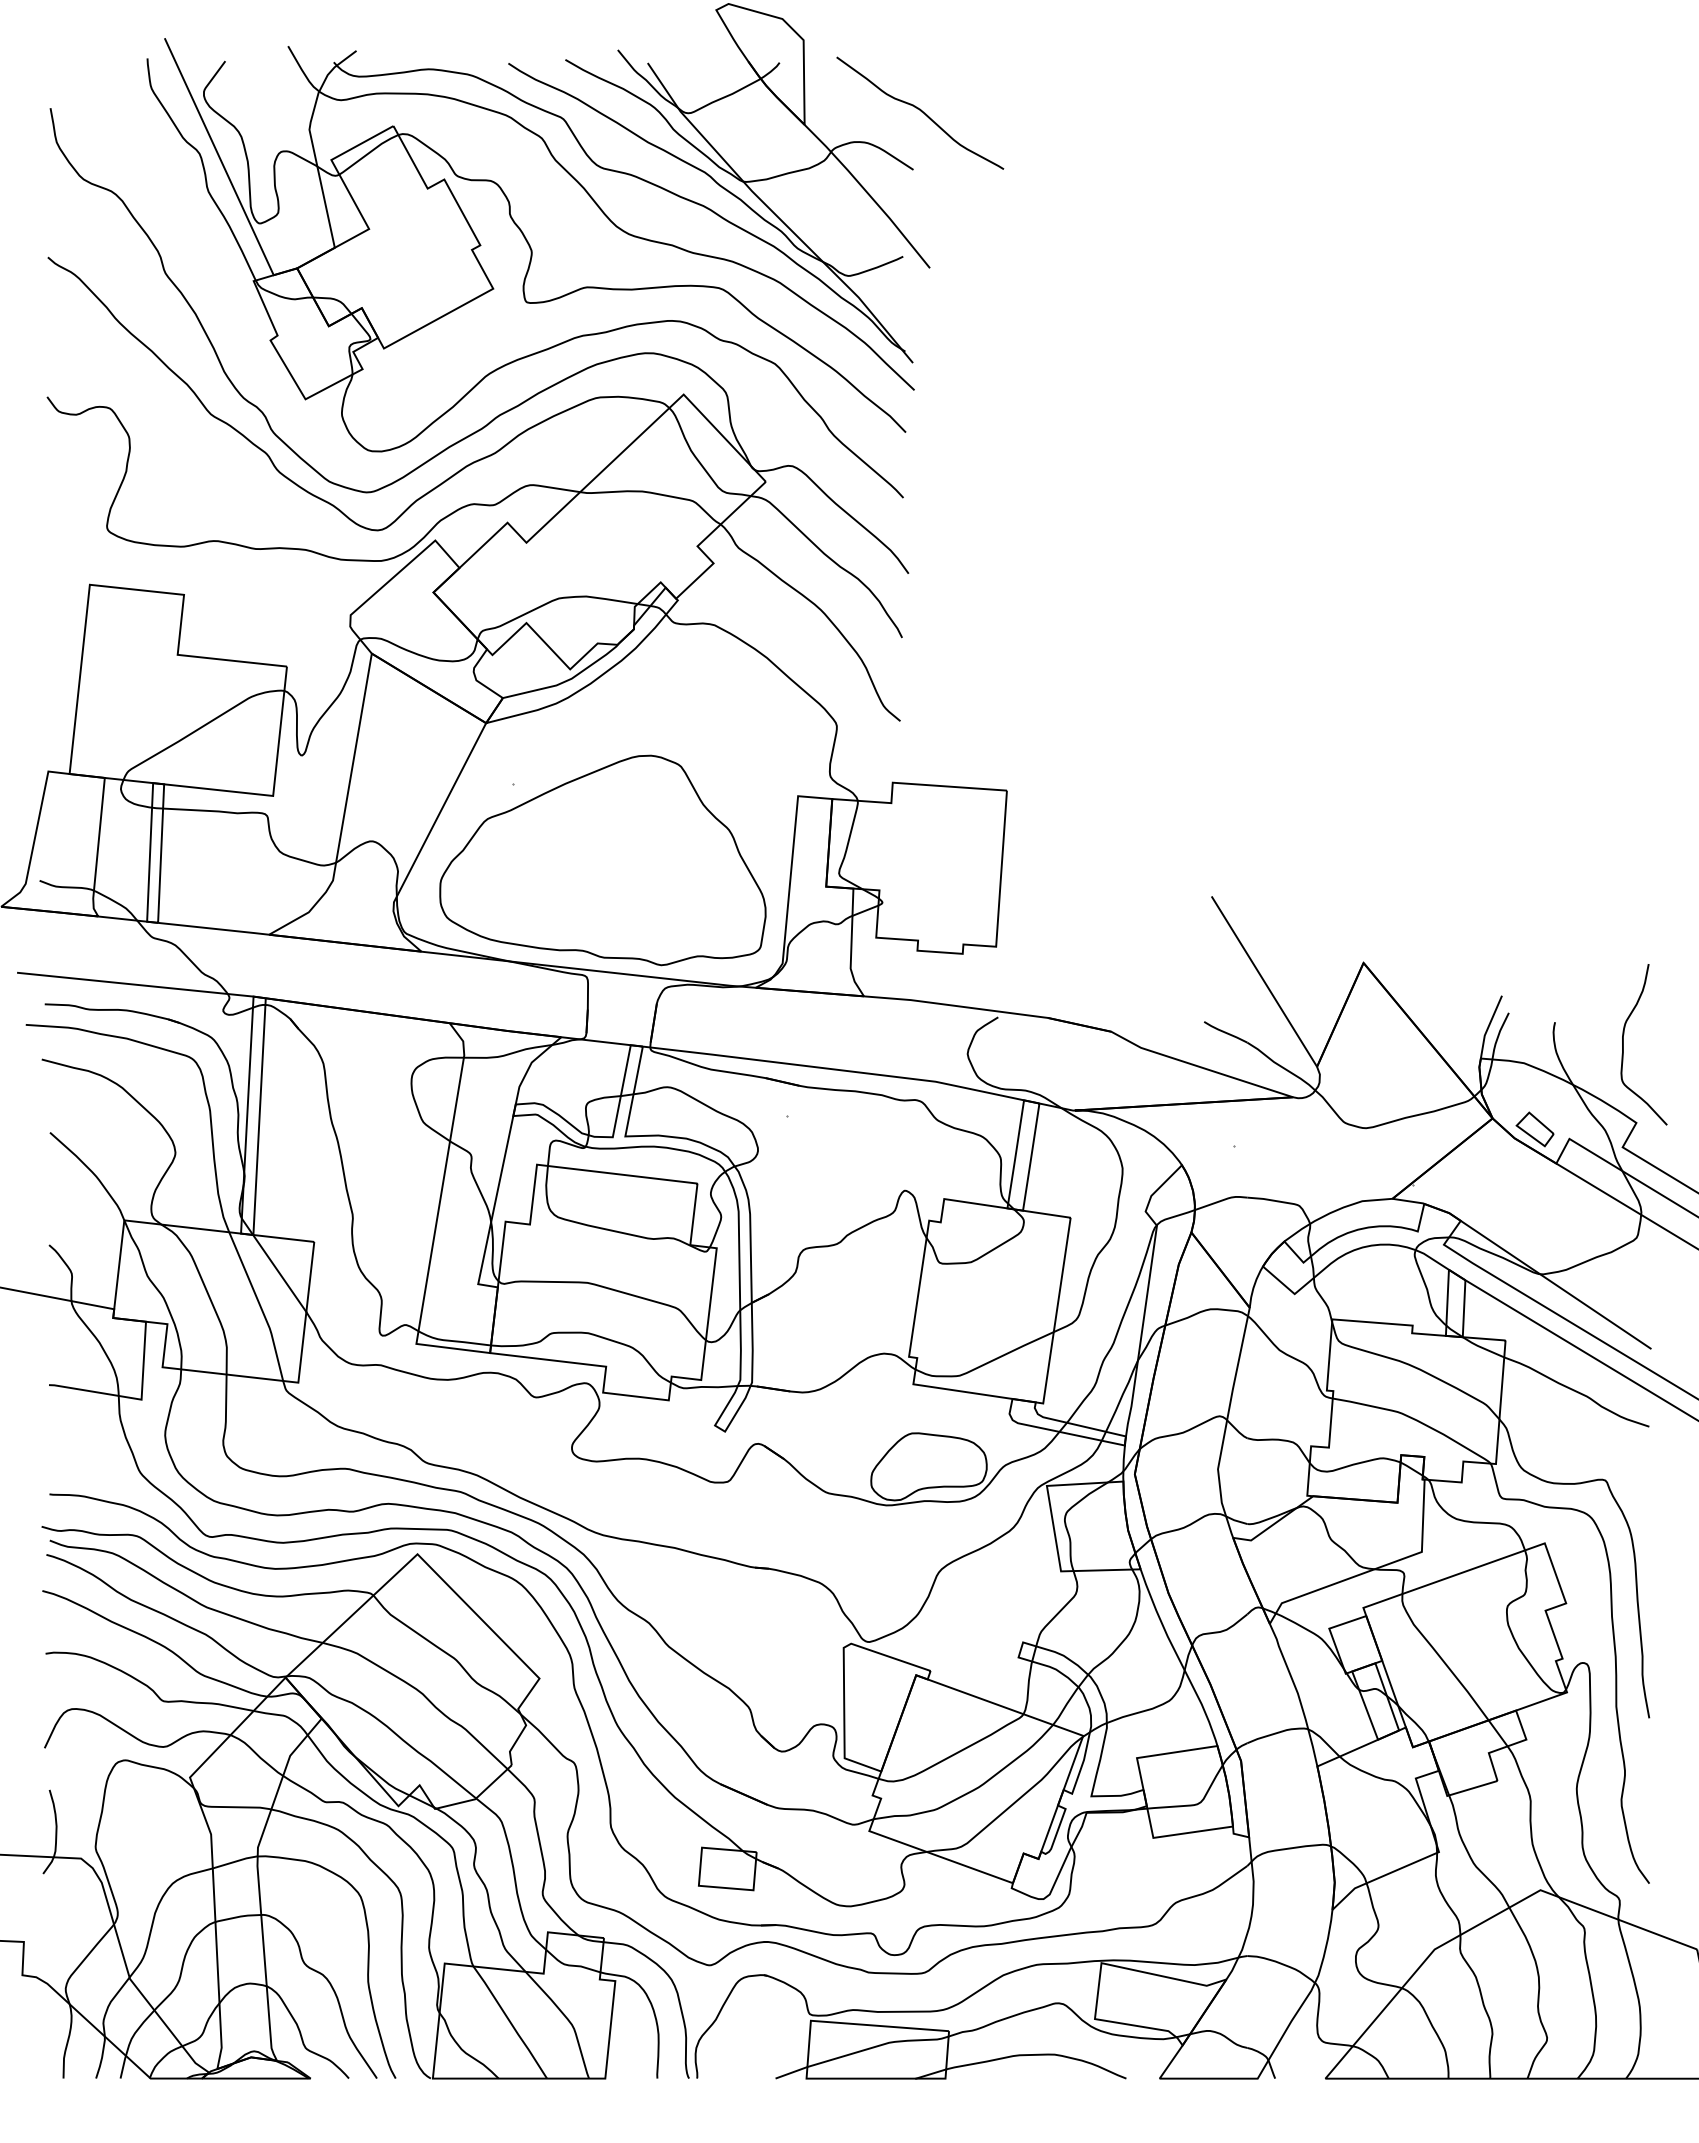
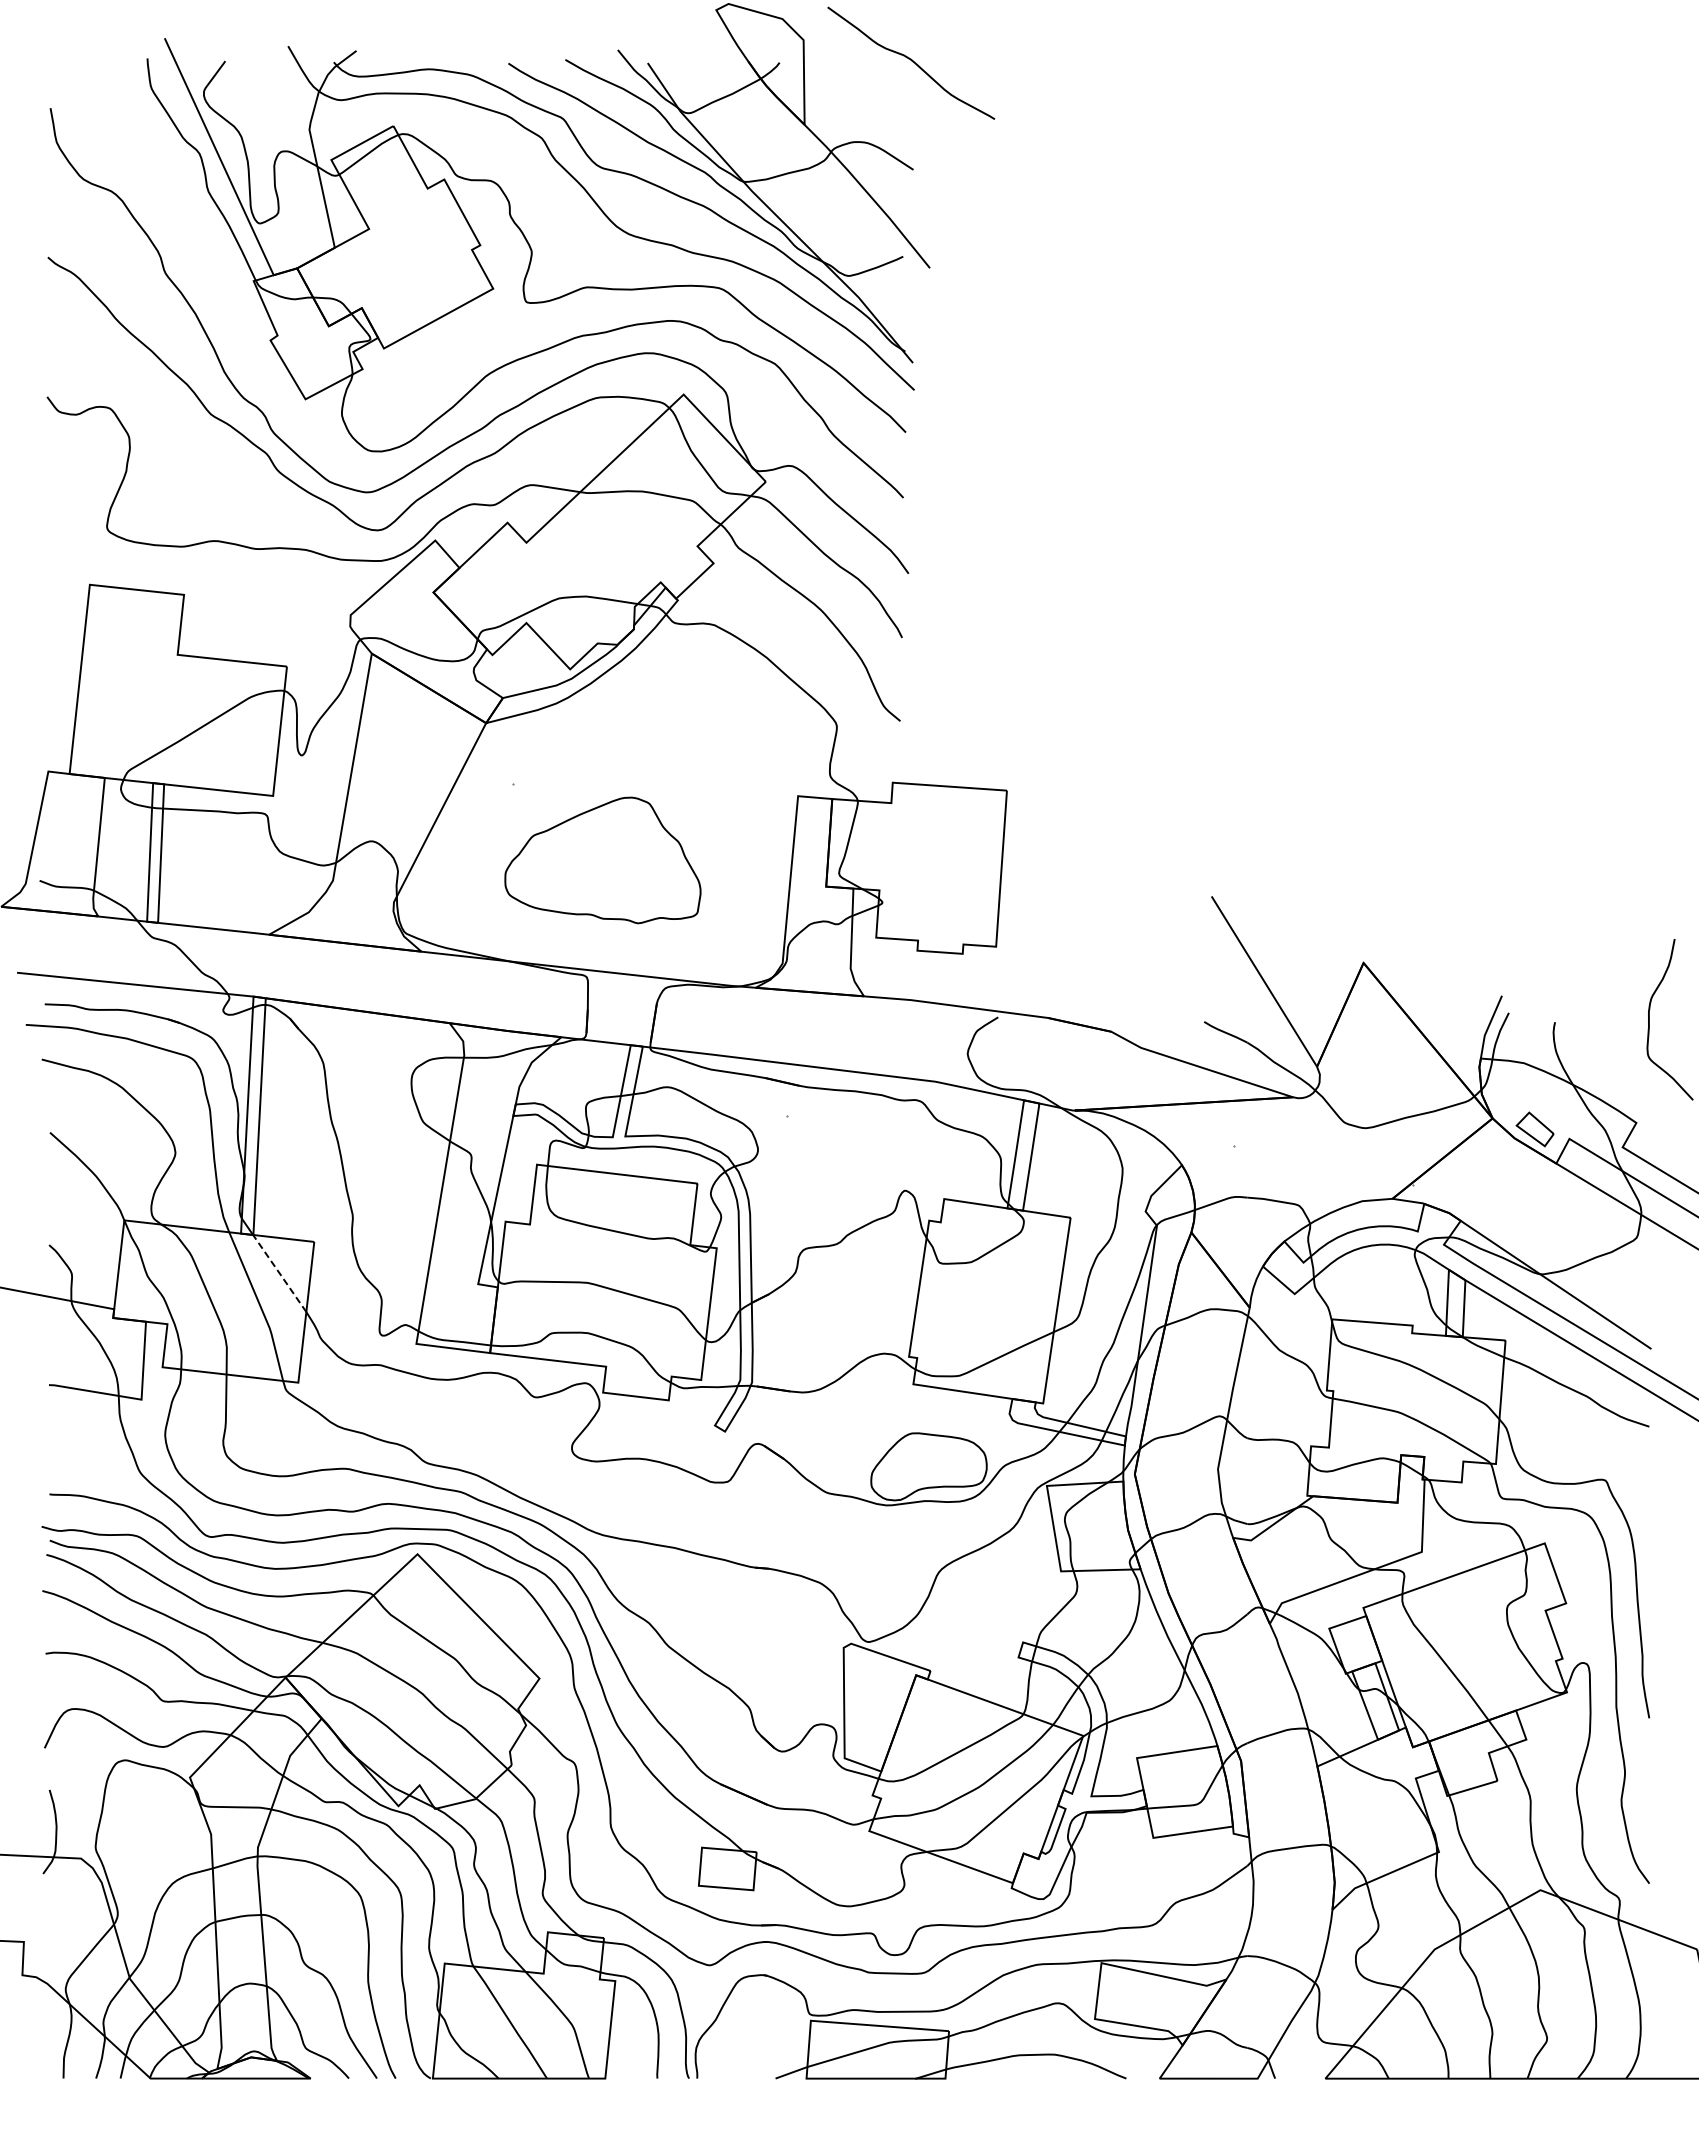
curve at (920, 111) position: (920, 111) -> (911, 61)
part at (602, 860) size: 328x213 px -> 198x129 px
curve at (1623, 1044) position: (1623, 1044) -> (1649, 1019)
line at (279, 1273): solid -> dashed
